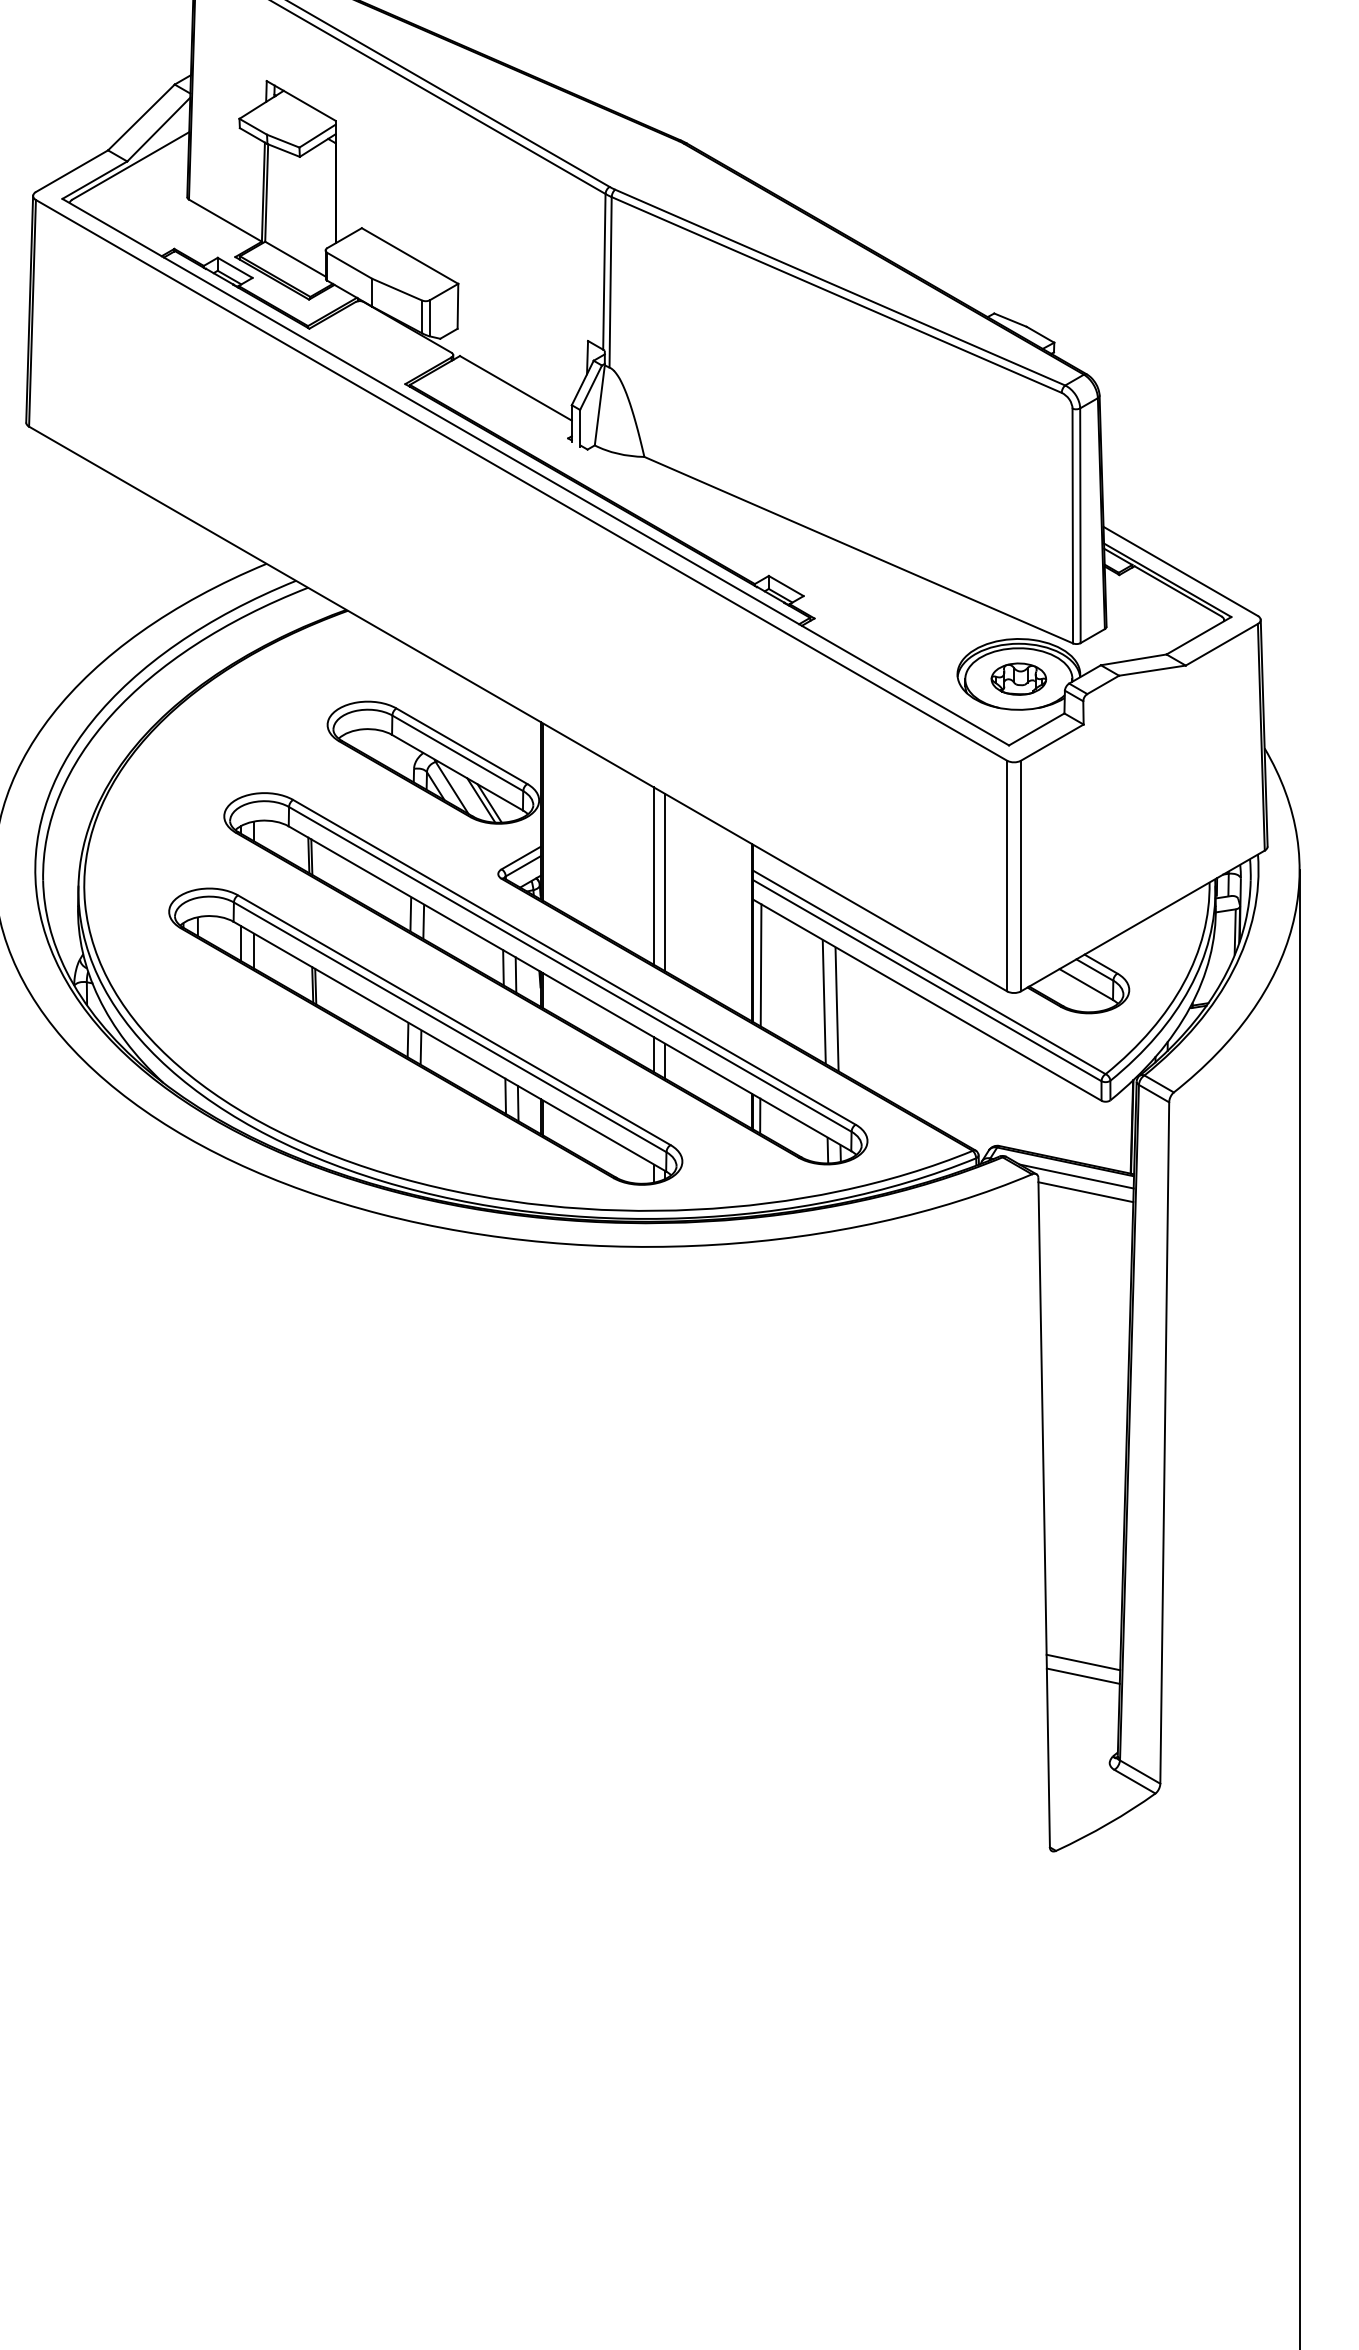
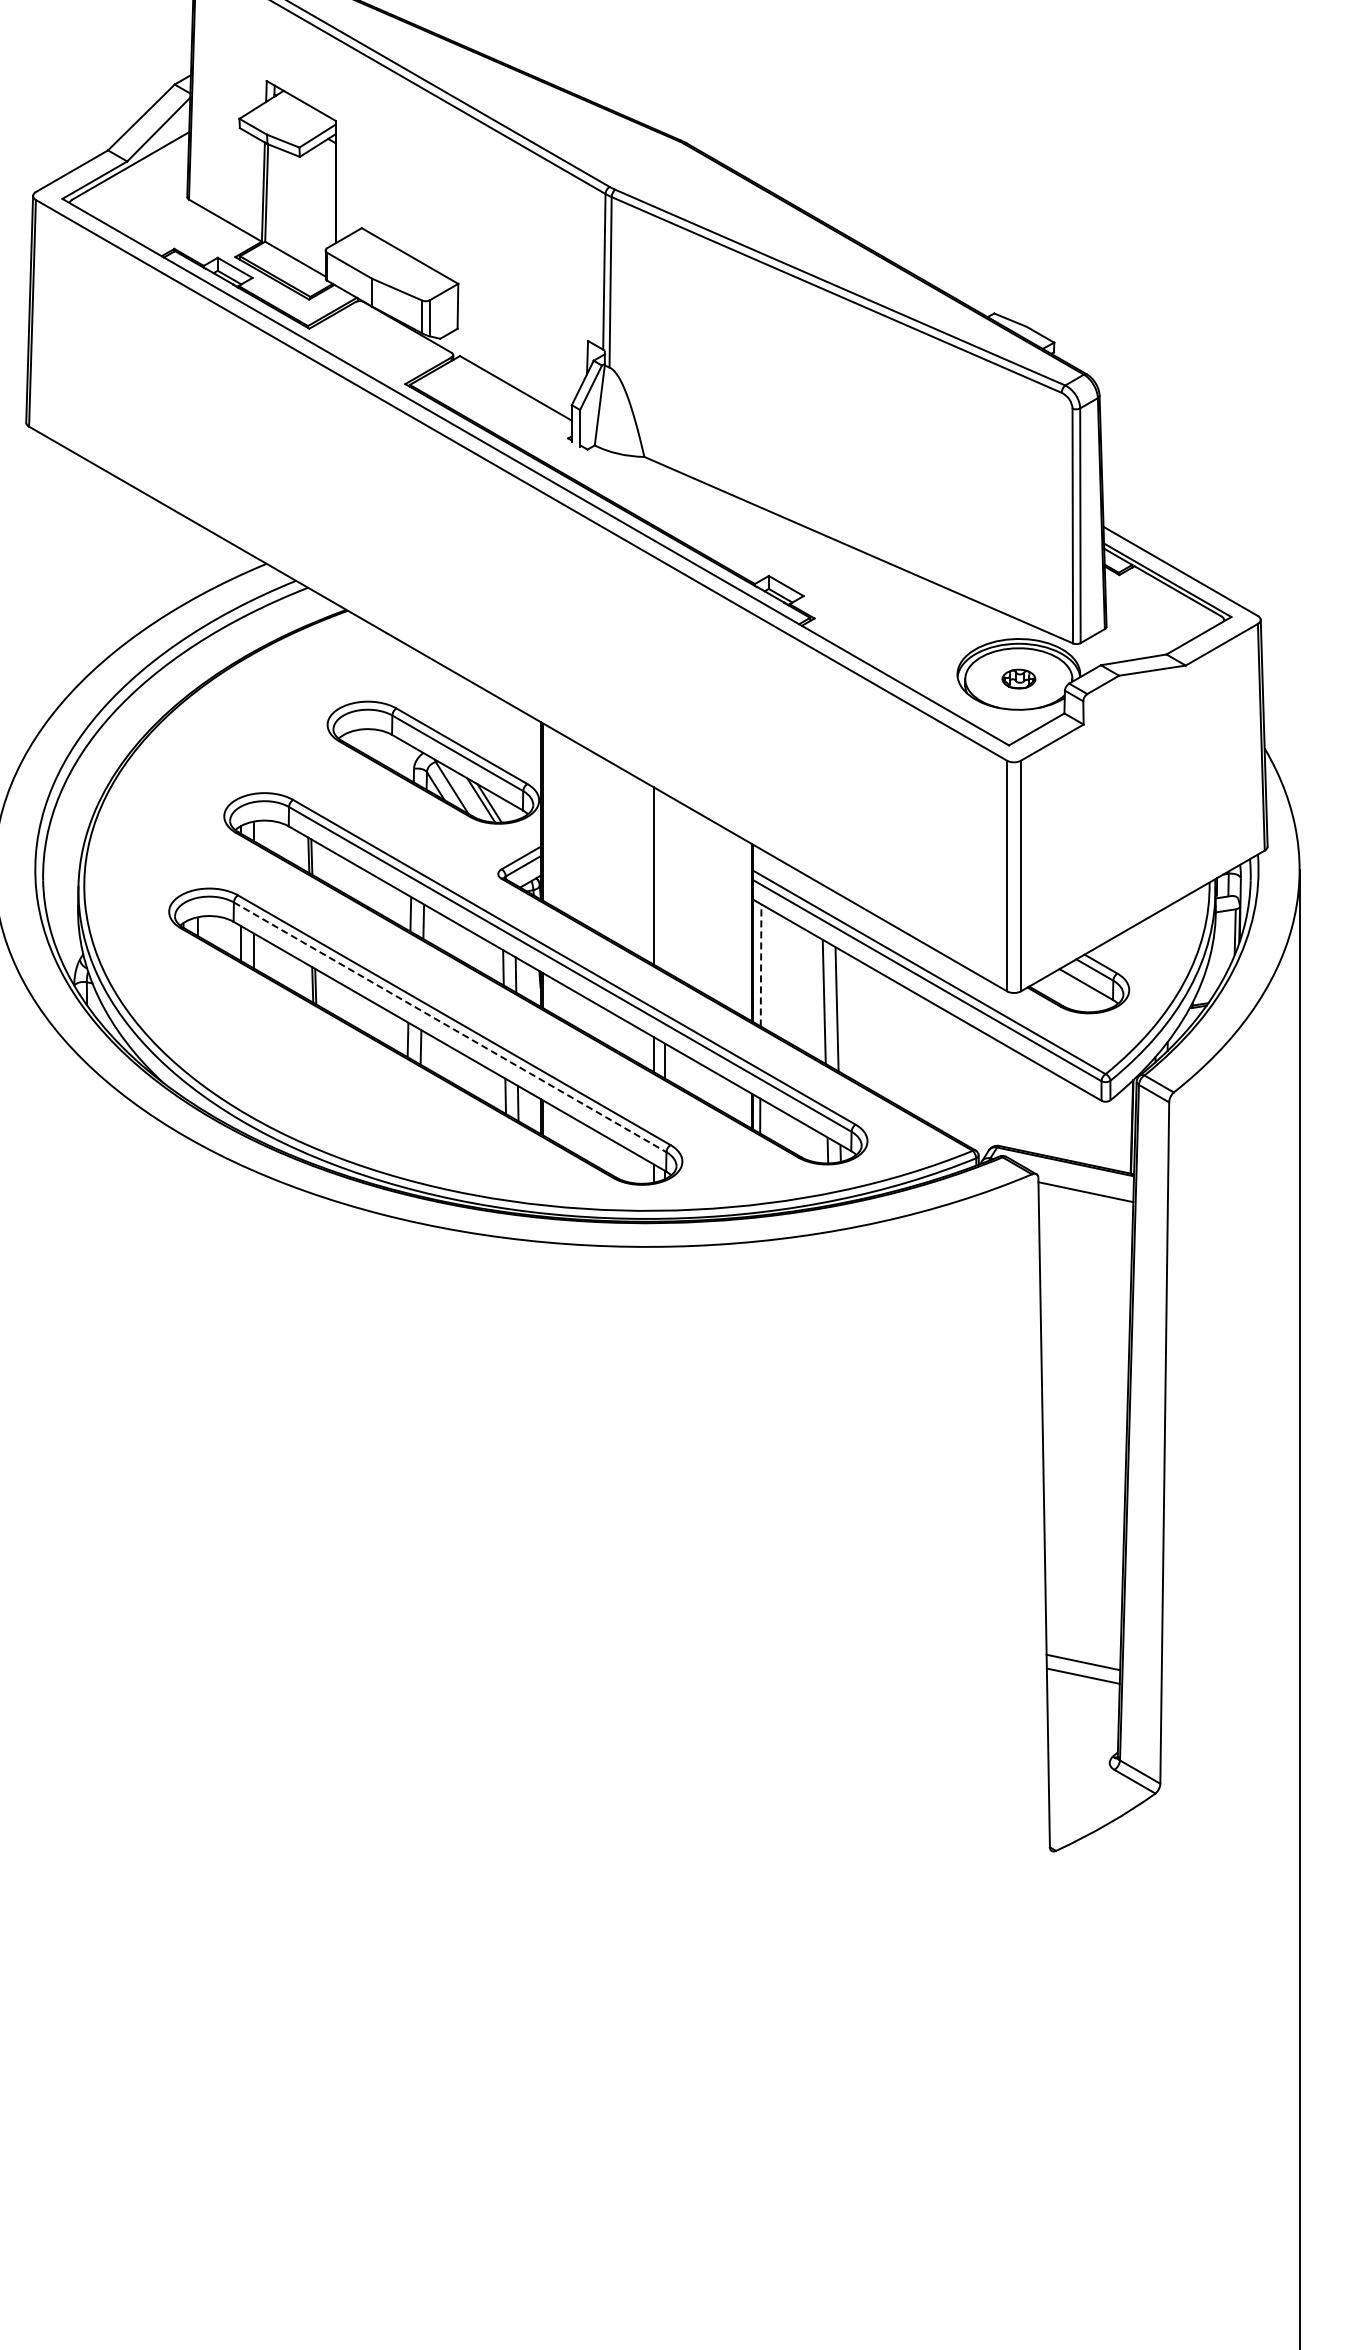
part at (1018, 678) size: 58x34 px -> 36x22 px
line at (665, 882): present -> none
line at (761, 964): solid -> dashed
line at (450, 1027): solid -> dashed
line at (1076, 1176): present -> none
